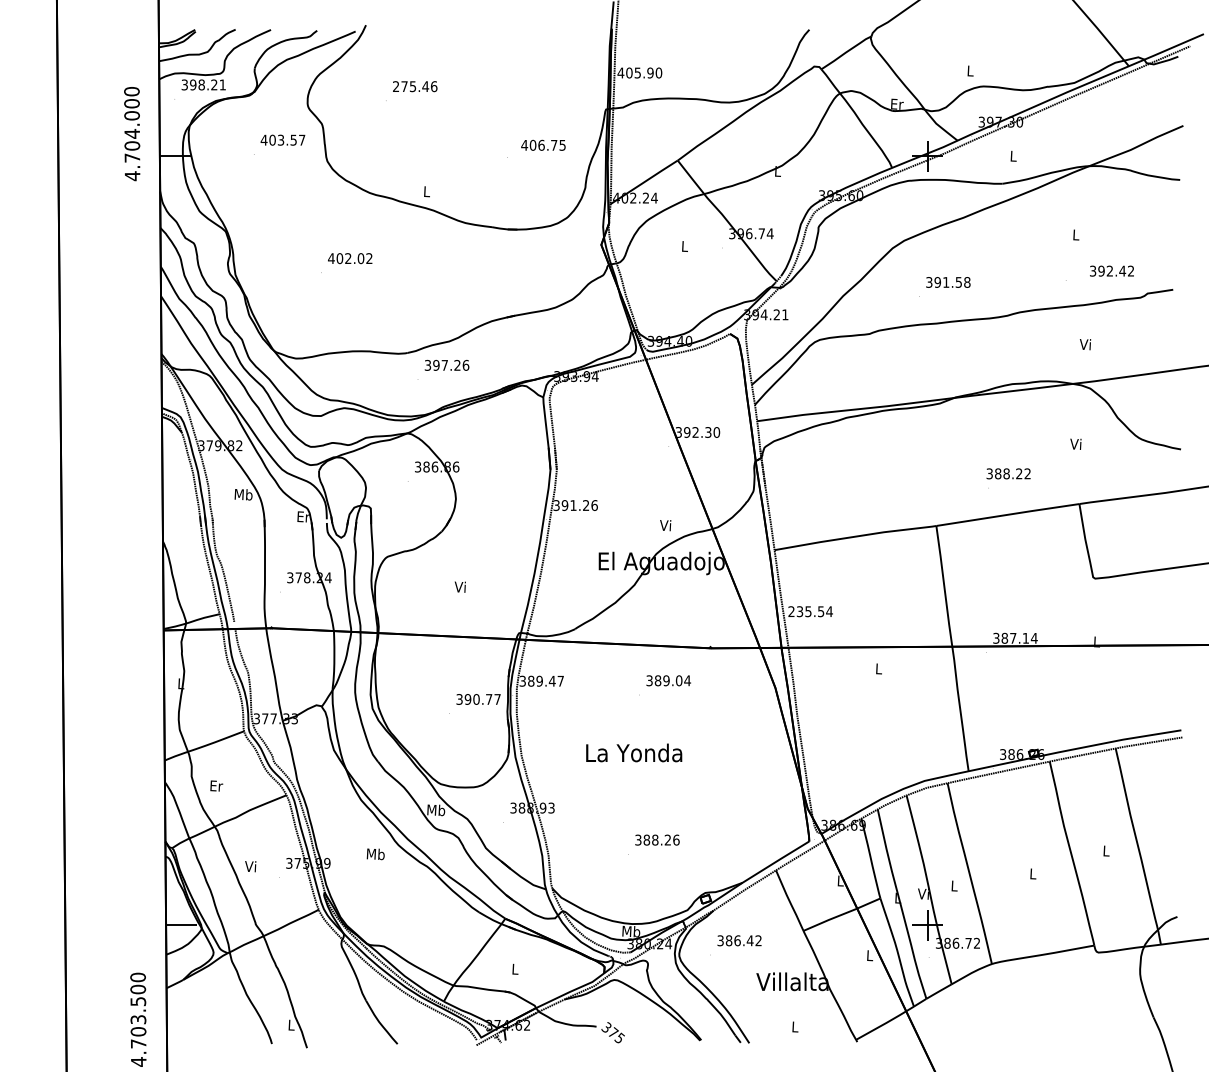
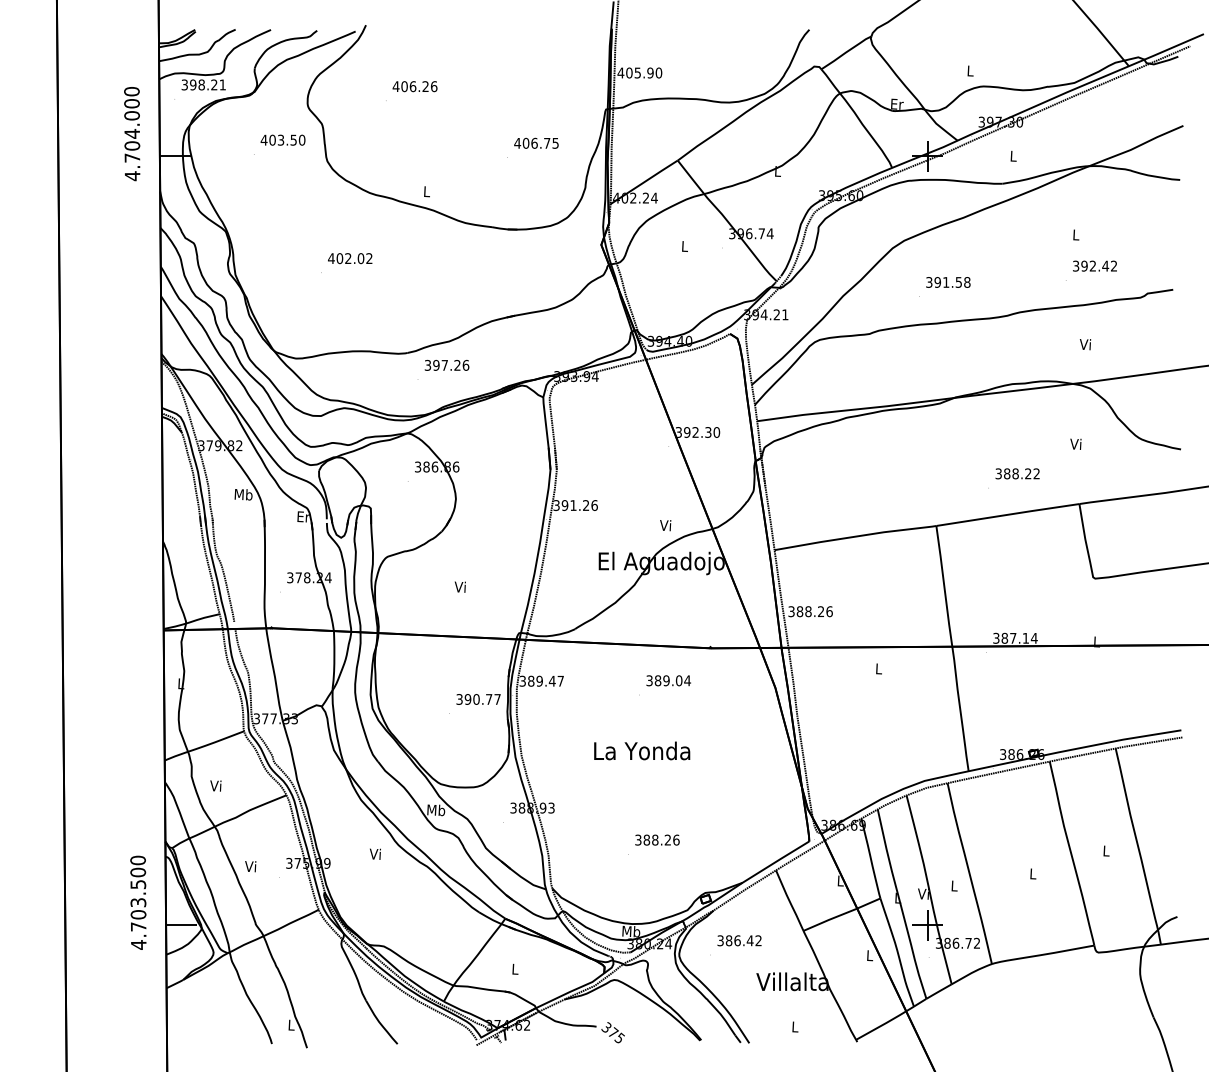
text at (410, 86): 275.46 -> 406.26
text at (301, 139): 403.57 -> 403.50
text at (543, 144) position: (543, 144) -> (536, 142)
text at (1111, 270) position: (1111, 270) -> (1094, 265)
text at (1008, 473) position: (1008, 473) -> (1017, 473)
text at (810, 611): 235.54 -> 388.26
text at (634, 752) position: (634, 752) -> (642, 750)
text at (216, 785): Er -> Vi
text at (375, 854): Mb -> Vi
text at (138, 1019) position: (138, 1019) -> (138, 902)
